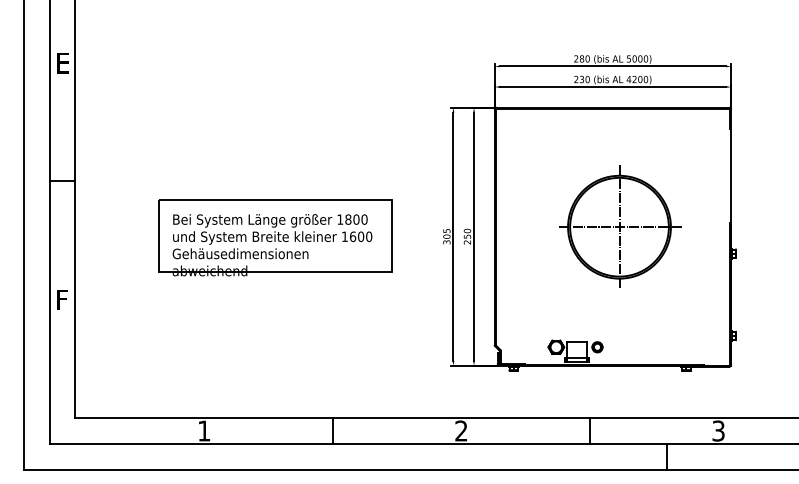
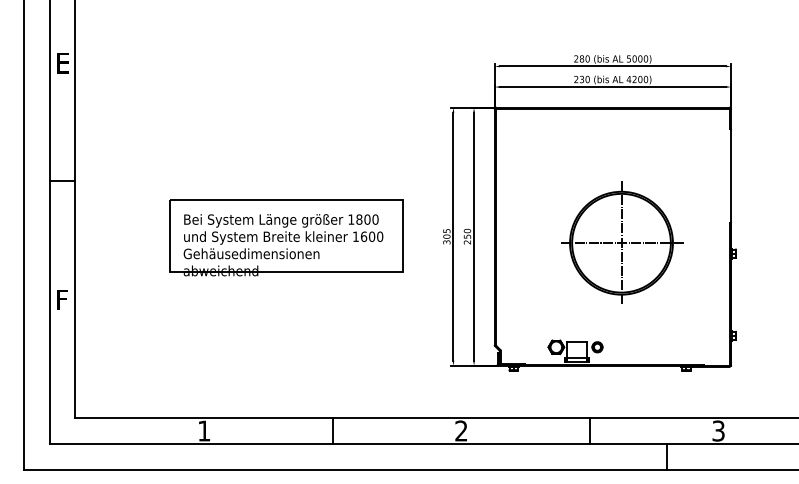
part at (620, 226) position: (620, 226) -> (622, 242)
part at (275, 237) position: (275, 237) -> (286, 237)
